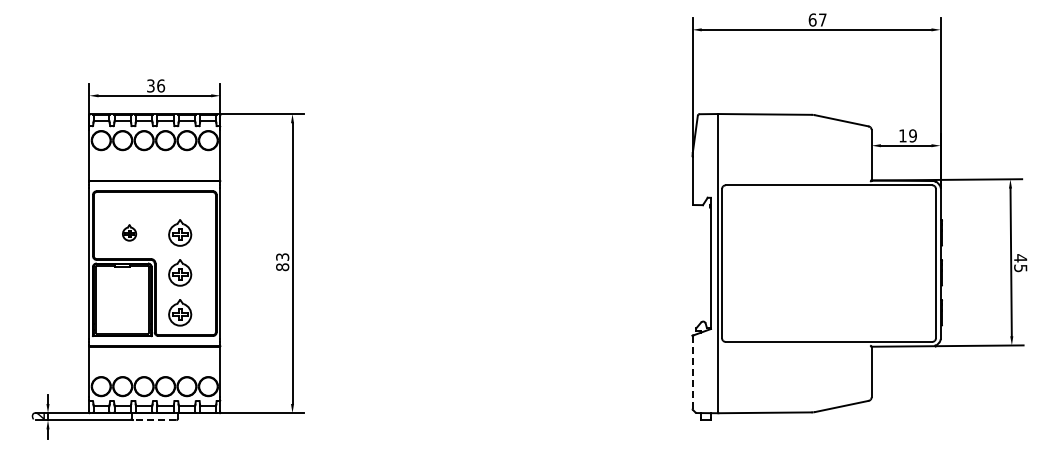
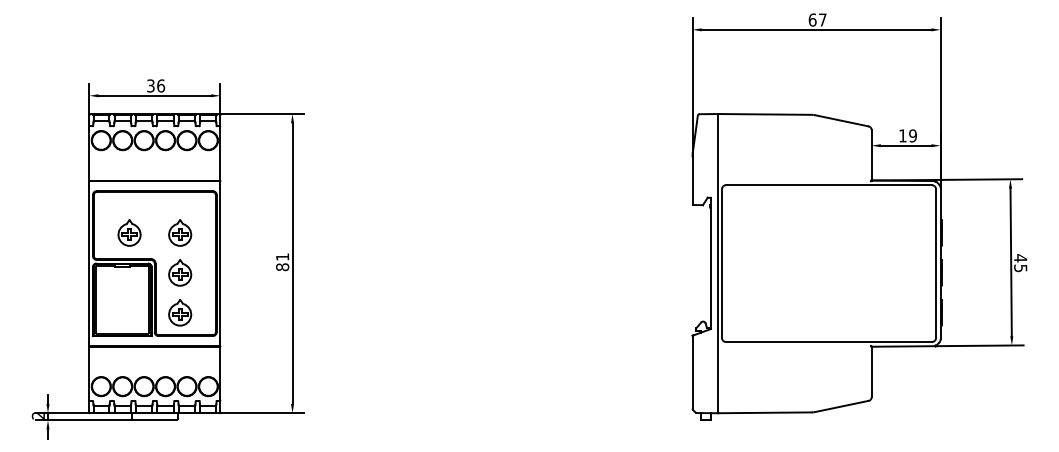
part at (129, 232) size: 16x18 px -> 25x28 px
text at (282, 256): 83 -> 81
line at (692, 372): dashed -> solid
line at (154, 420): dashed -> solid
